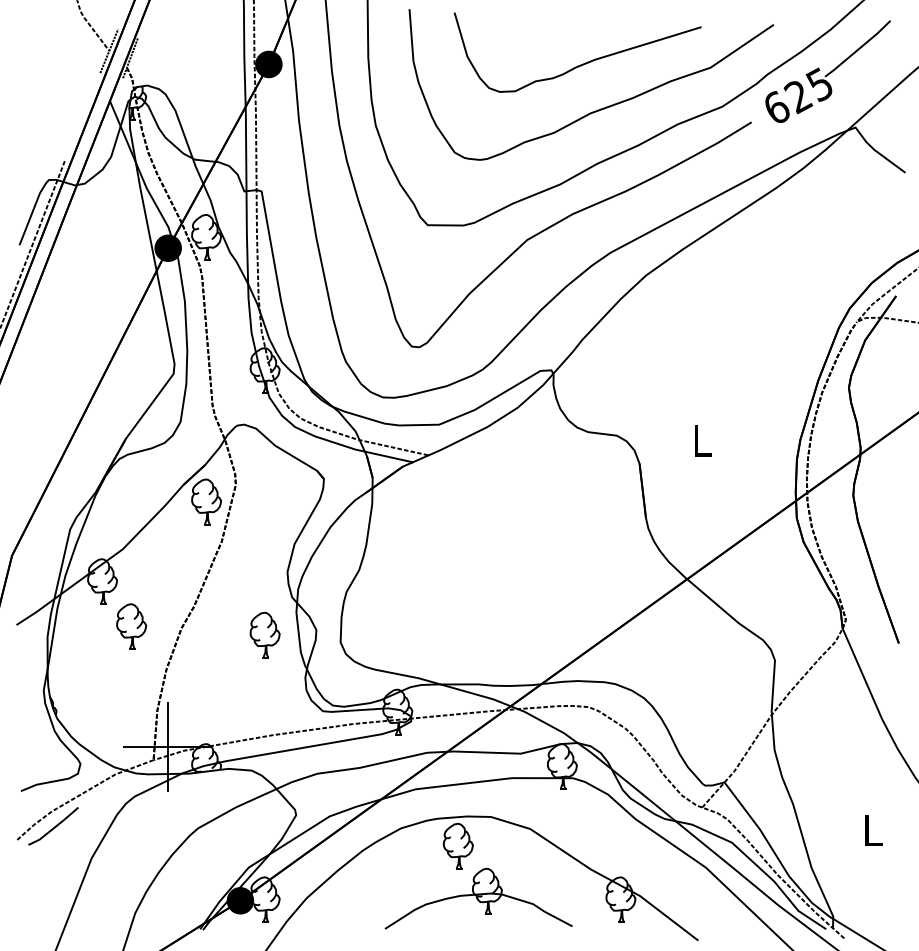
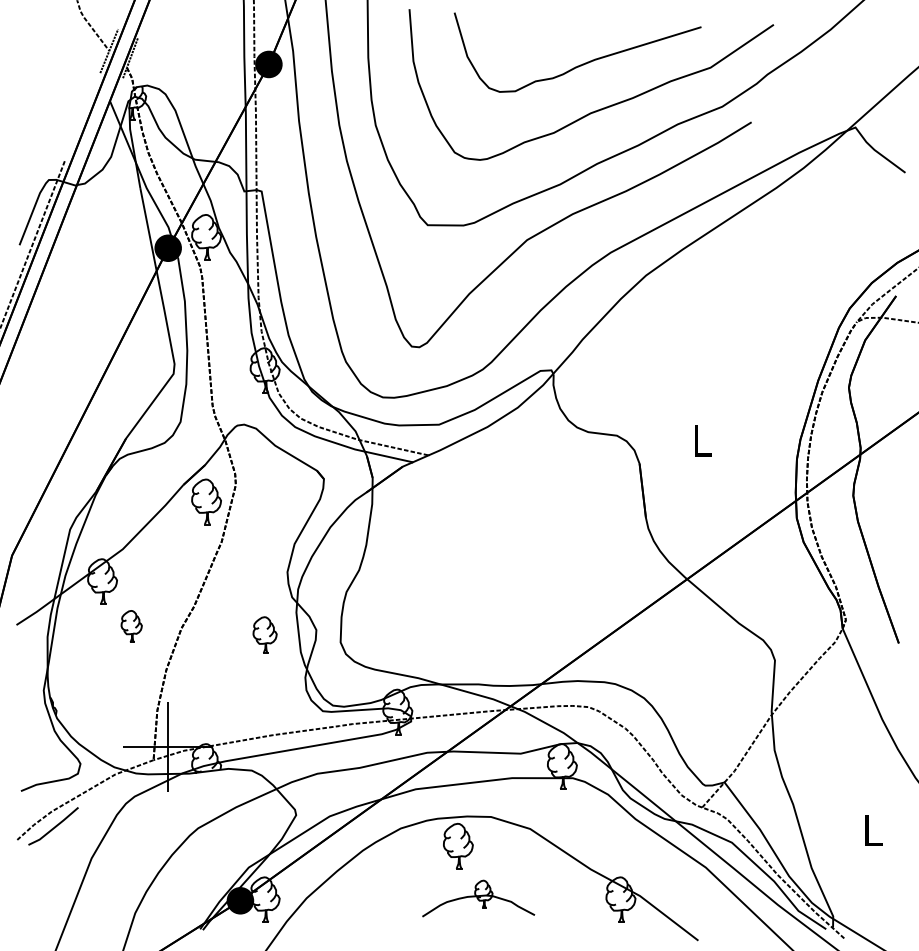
part at (827, 71): present -> none
part at (131, 626) size: 32x47 px -> 23x33 px
part at (264, 634) size: 32x48 px -> 26x38 px
part at (478, 898) size: 189x63 px -> 114x39 px
